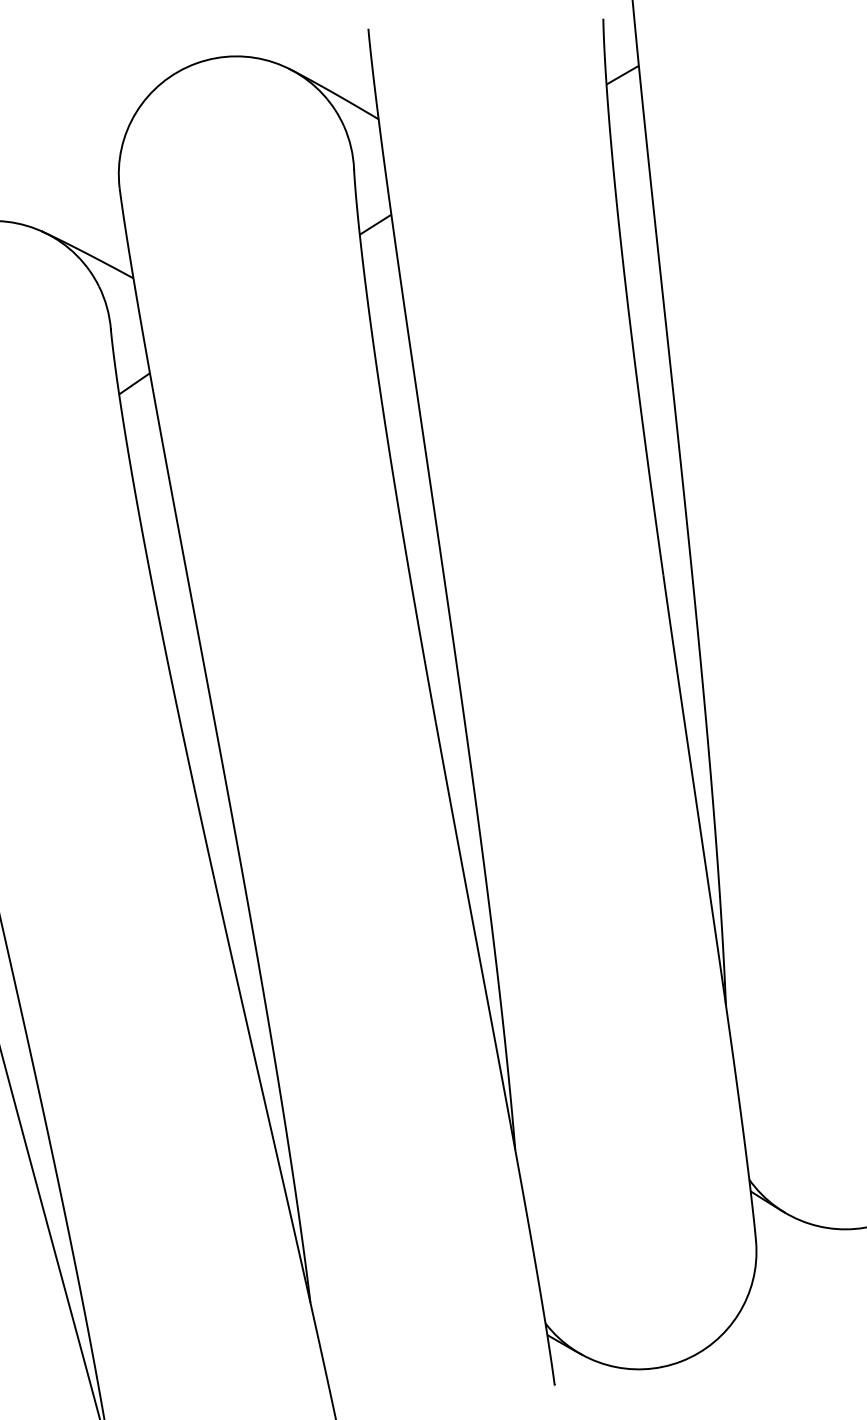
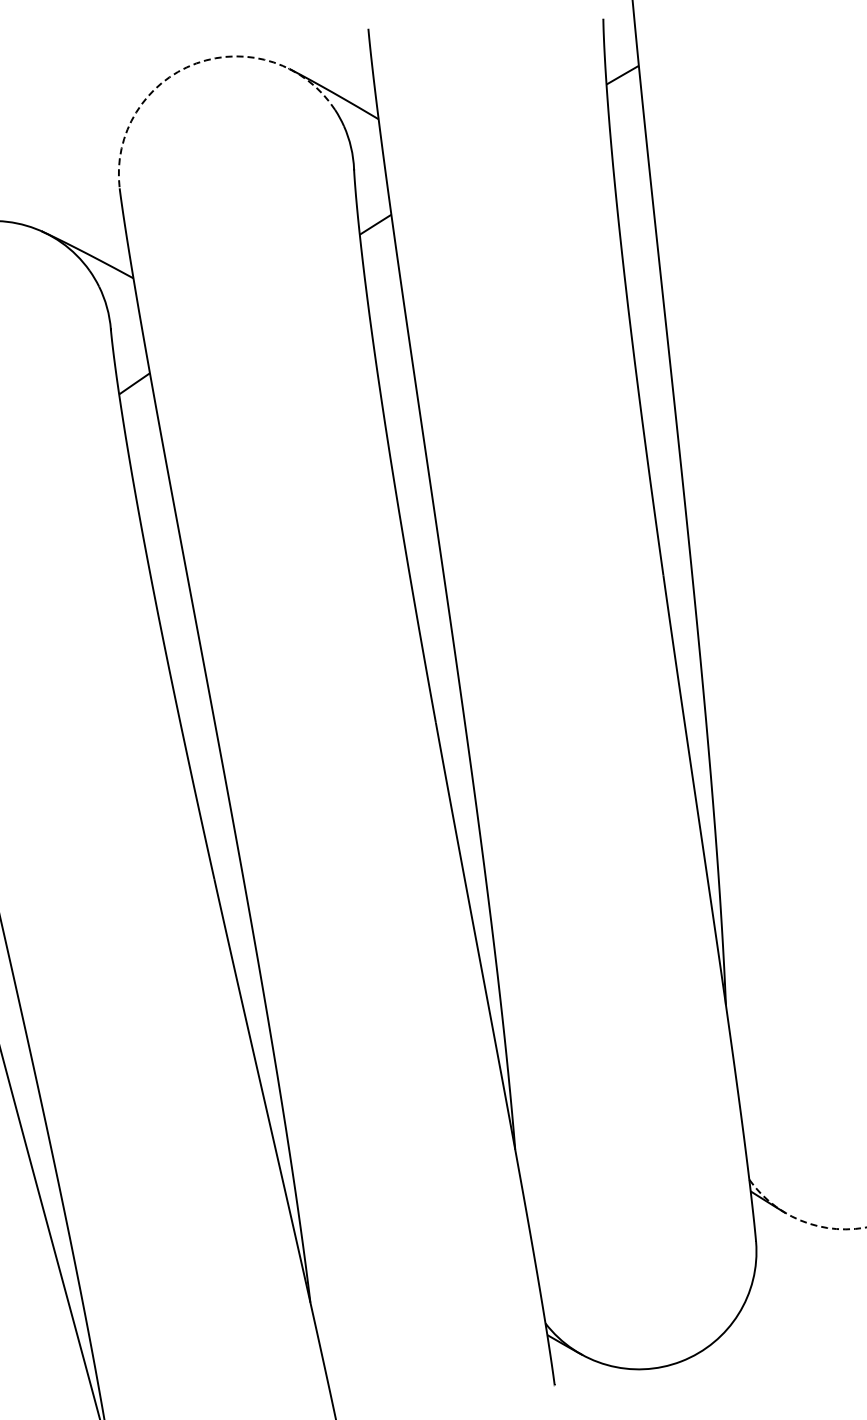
arc at (196, 63): solid -> dashed
arc at (801, 1220): solid -> dashed
